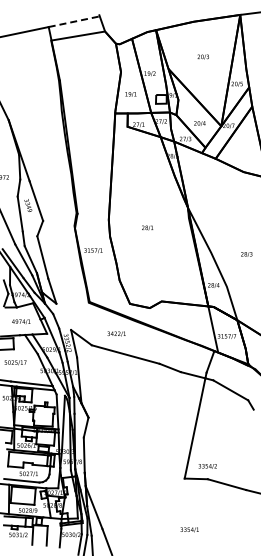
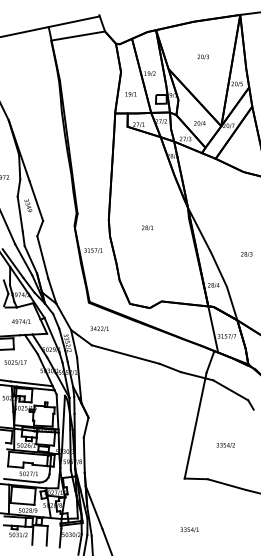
line at (74, 21): dashed -> solid
line at (63, 316): none -> present
text at (116, 333) position: (116, 333) -> (99, 328)
text at (207, 466) position: (207, 466) -> (225, 445)
